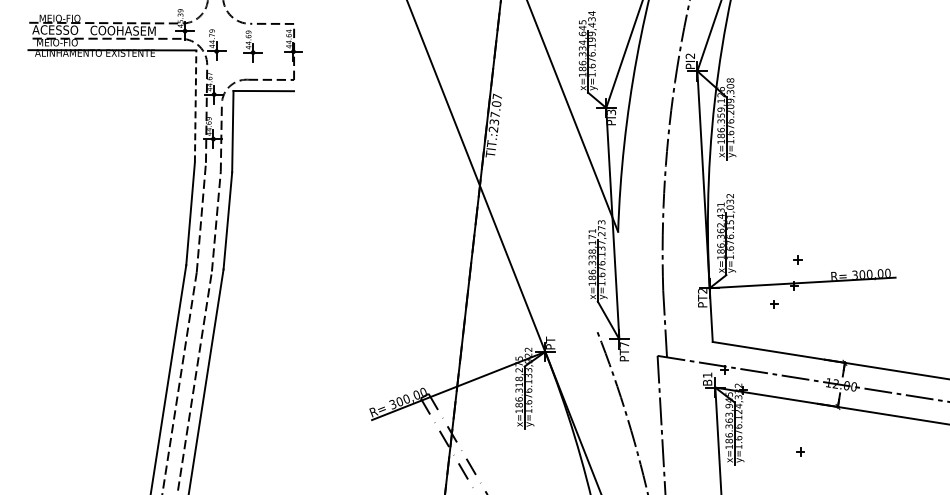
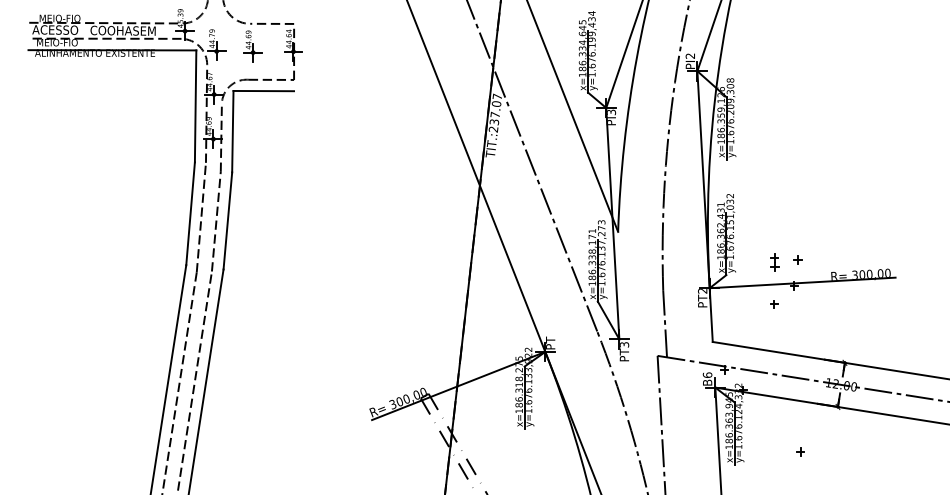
line at (195, 106): dashed -> solid
line at (532, 166): none -> present
part at (774, 262): none -> present
text at (624, 344): PT7 -> PT3
text at (707, 374): B1 -> B6
